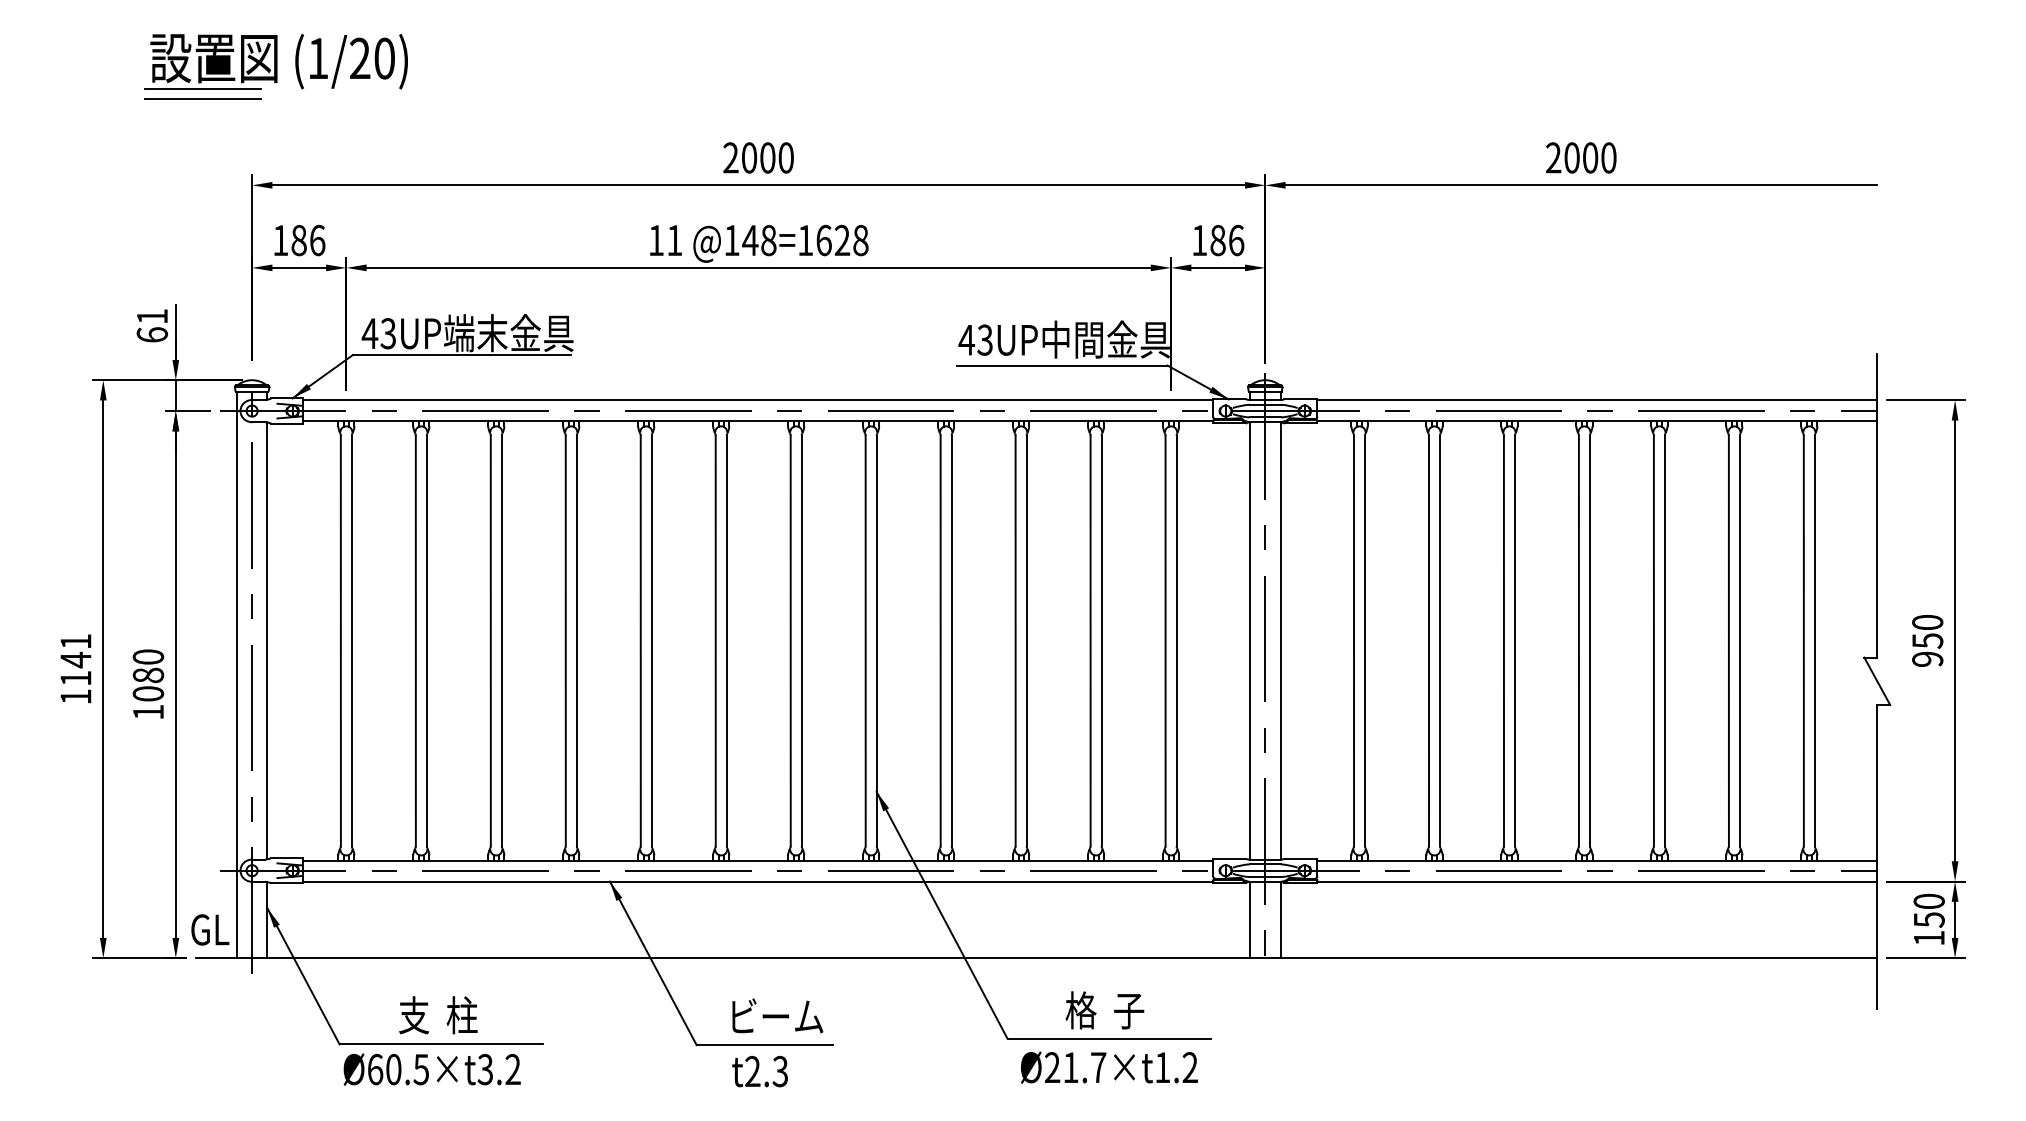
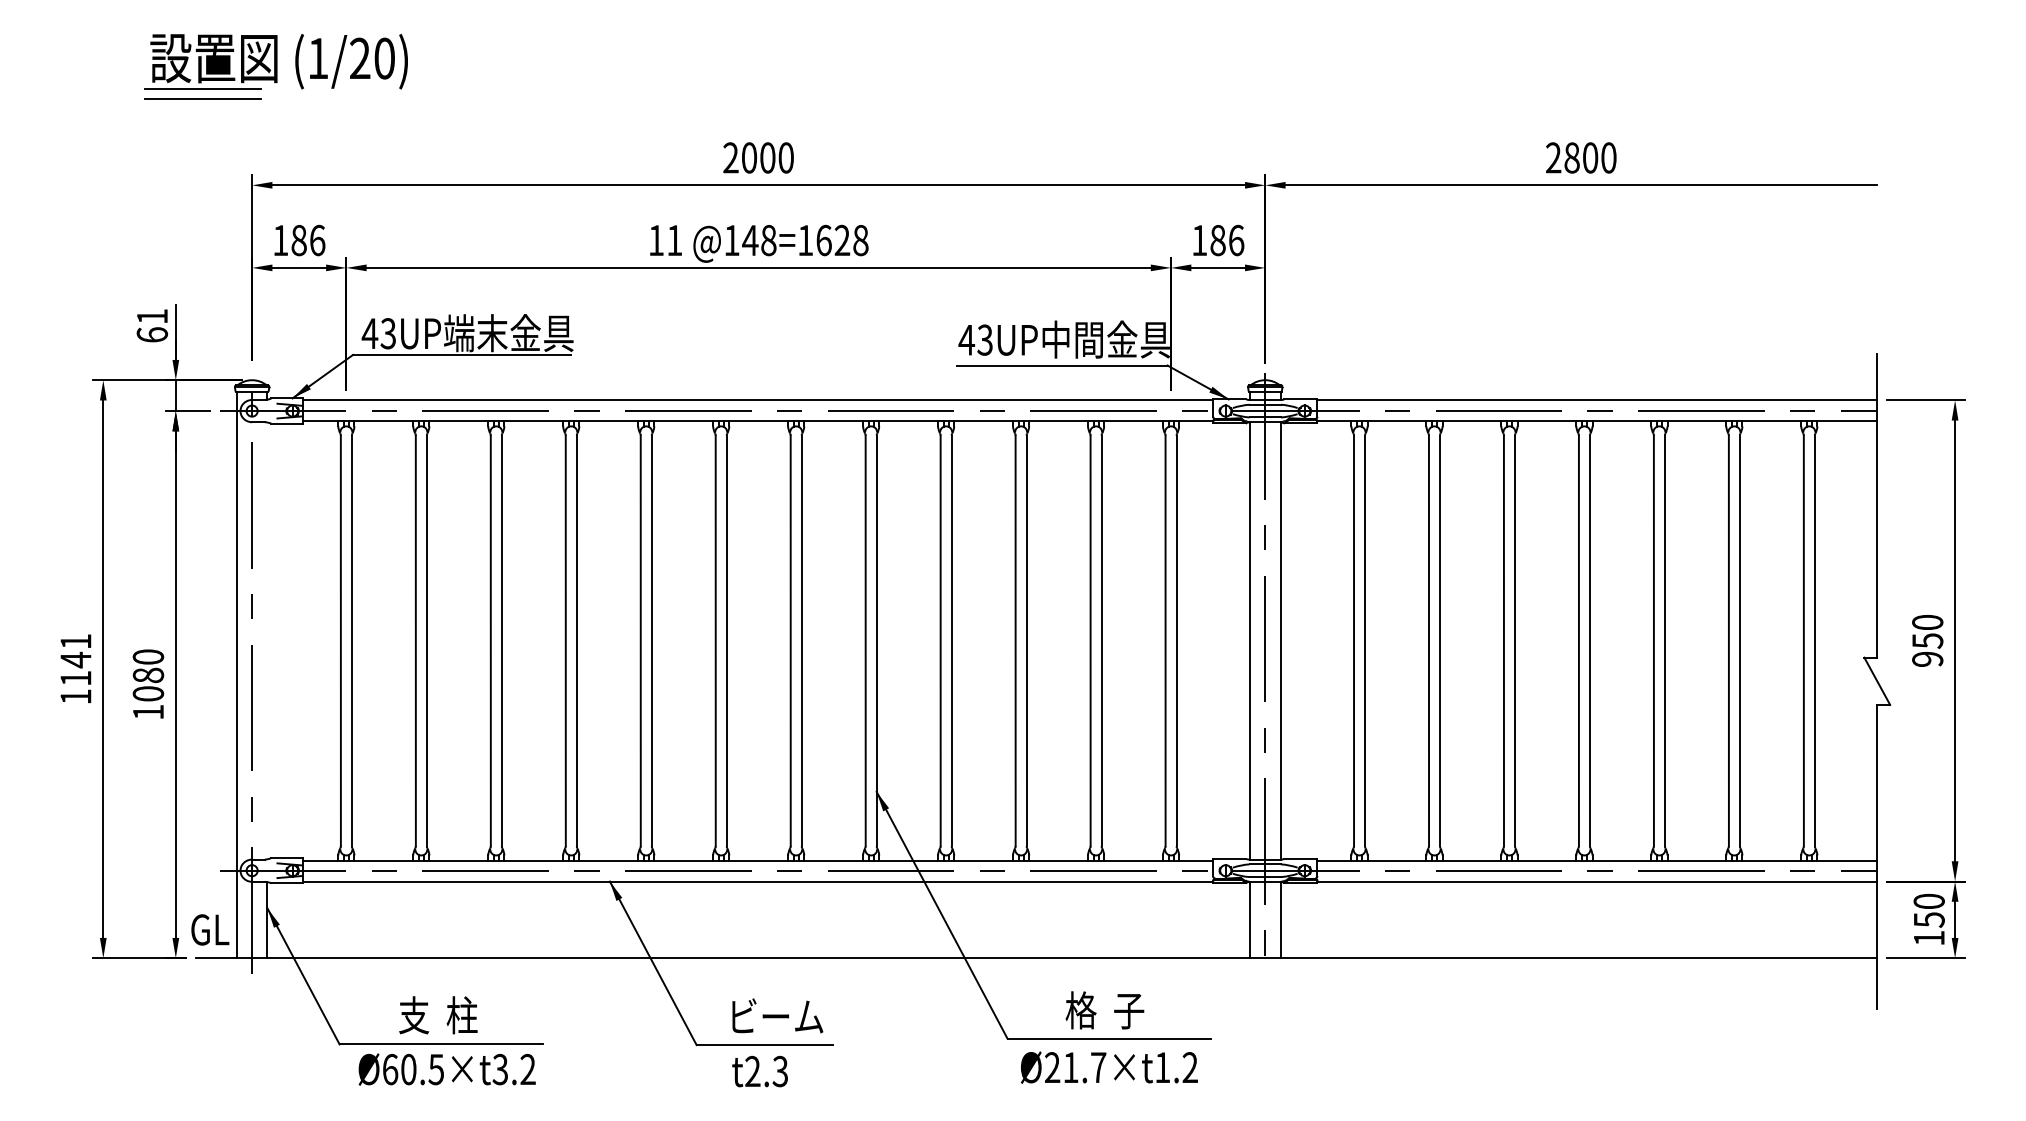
text at (1571, 158): 2000 -> 2800
line at (267, 640): present -> none
text at (431, 1069) position: (431, 1069) -> (446, 1069)
